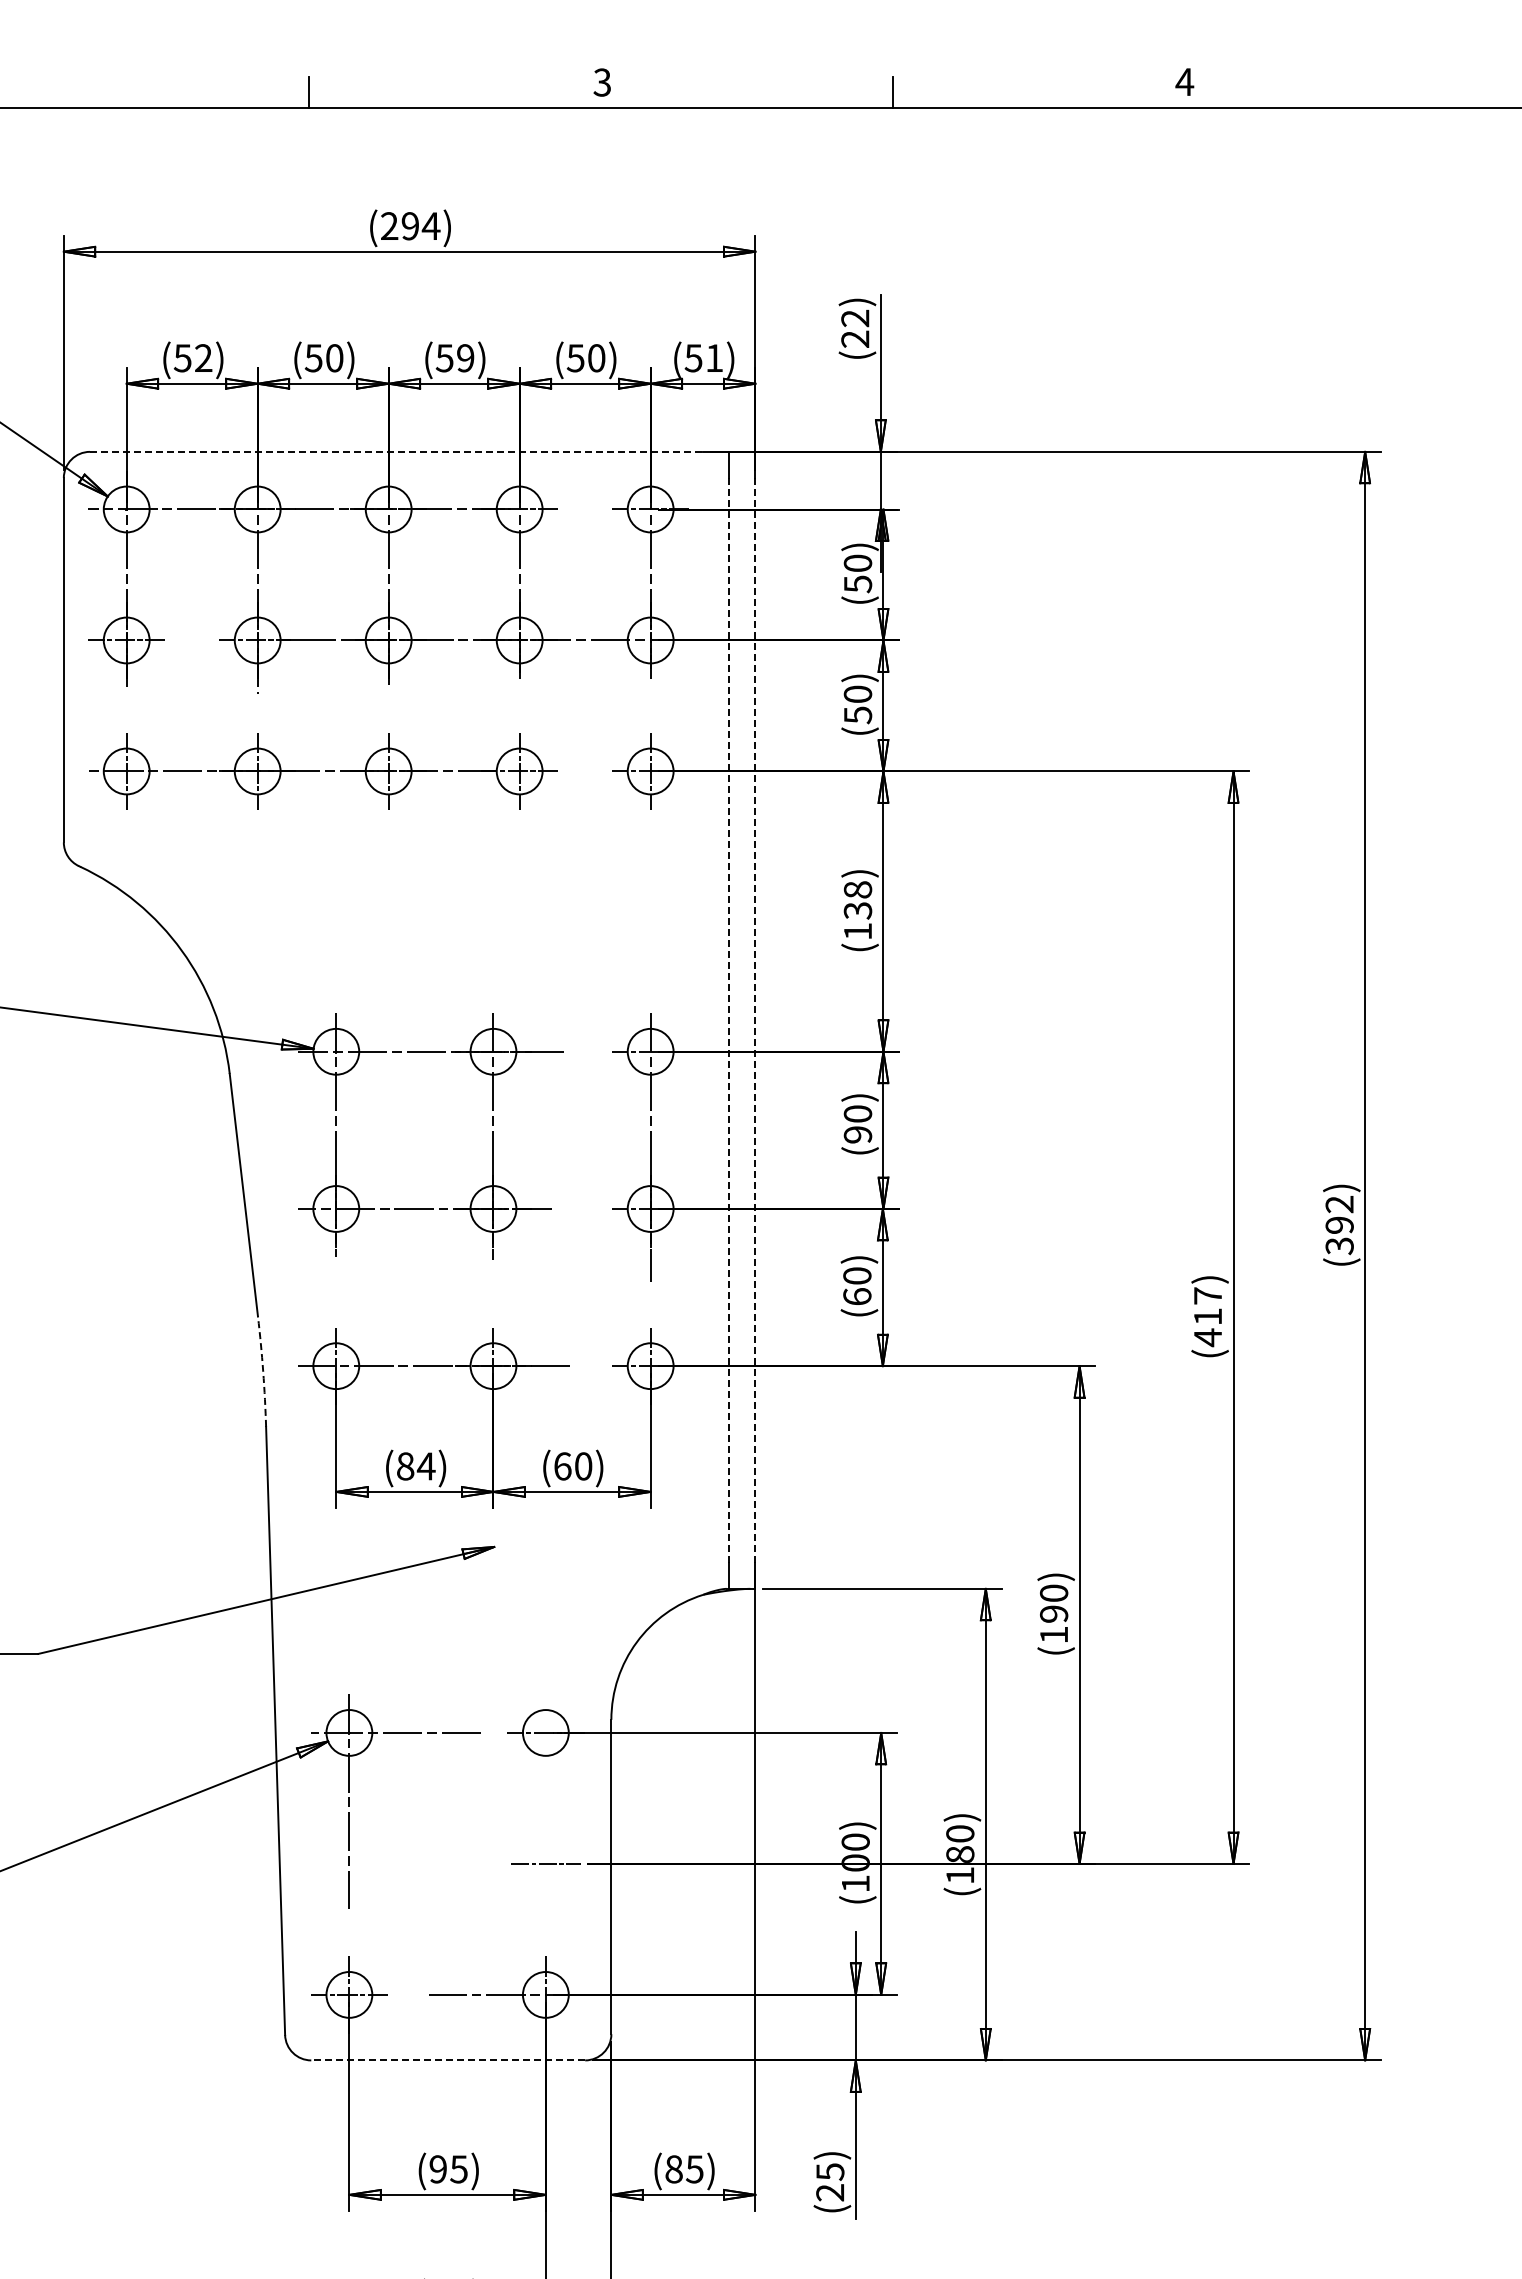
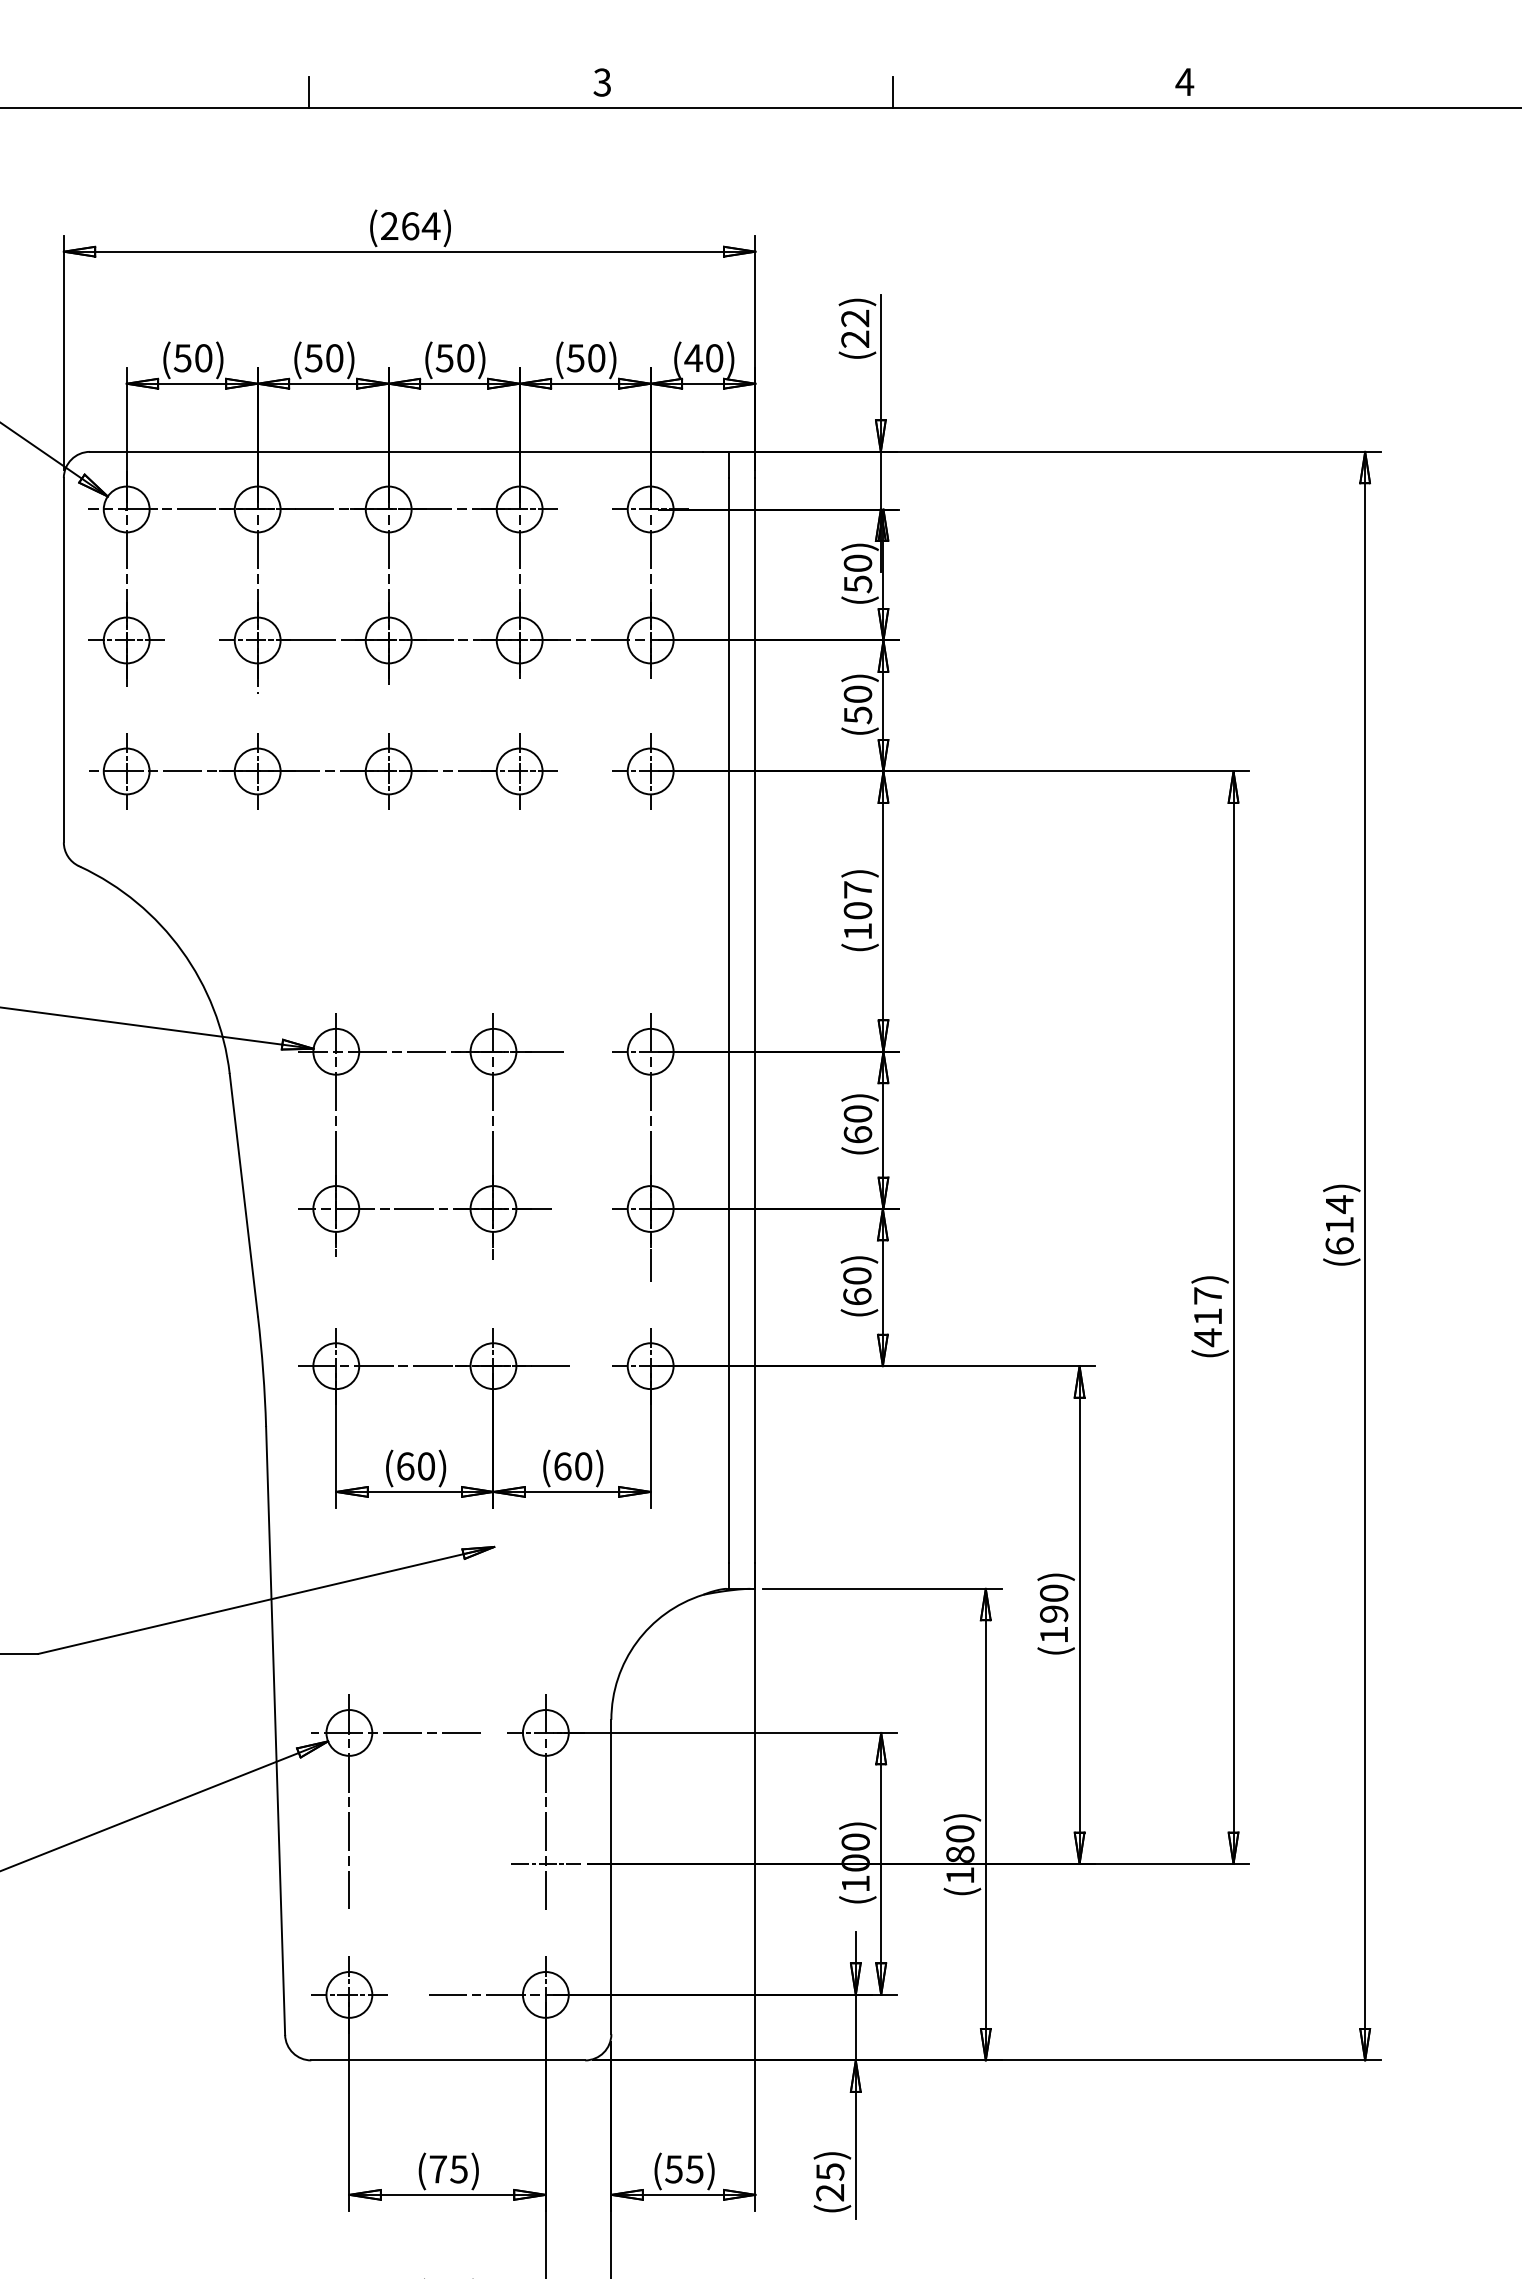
text at (410, 226): (294) -> (264)
text at (203, 358): (52) -> (50)
text at (465, 358): (59) -> (50)
text at (703, 358): (51) -> (40)
line at (396, 451): dashed -> solid
text at (857, 900): (138) -> (107)
line at (729, 1019): dashed -> solid
line at (755, 1019): dashed -> solid
text at (857, 1134): (90) -> (60)
text at (1339, 1225): (392) -> (614)
arc at (263, 1371): dashed -> solid
text at (416, 1466): (84) -> (60)
line at (545, 1803): none -> present
line at (448, 2060): dashed -> solid
text at (437, 2169): (95) -> (75)
text at (673, 2169): (85) -> (55)
